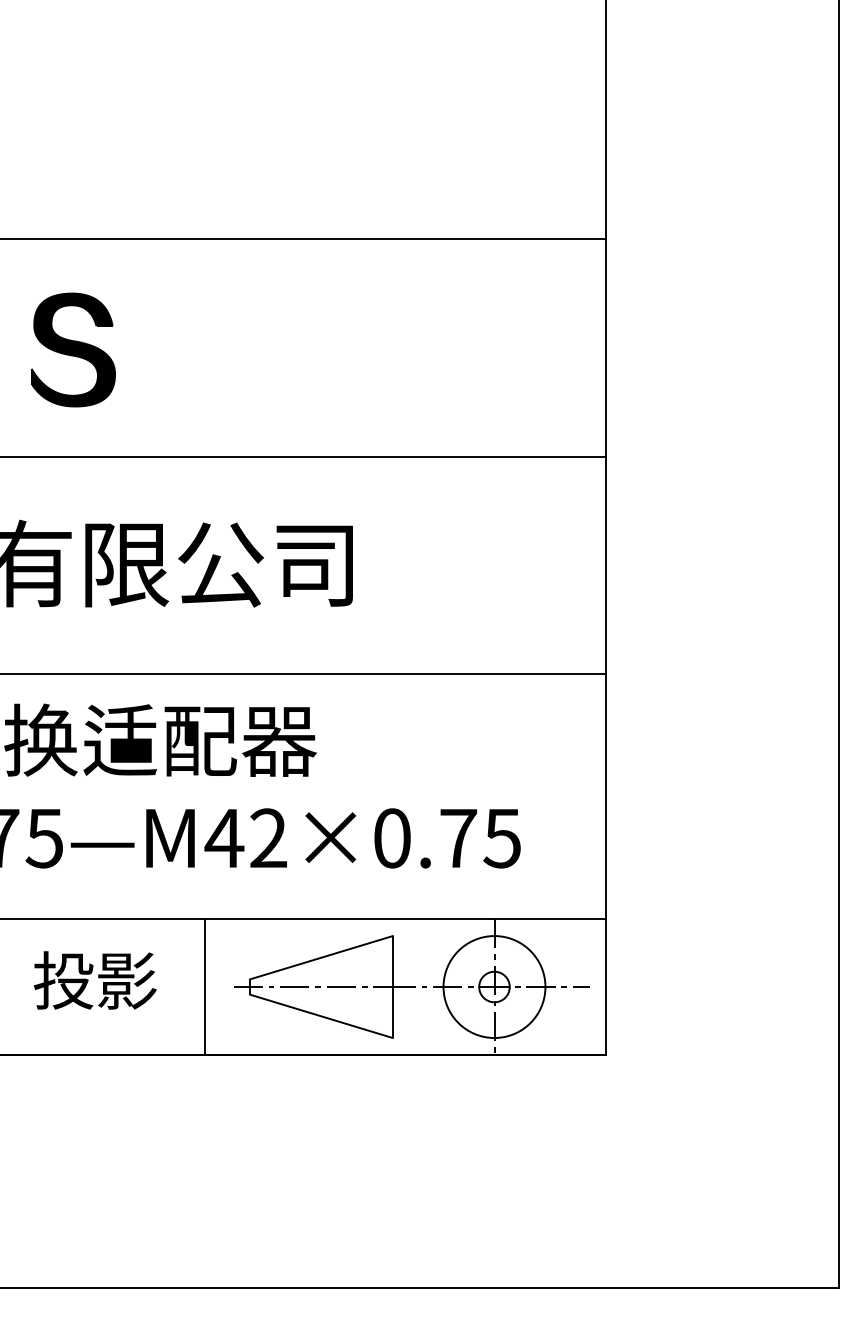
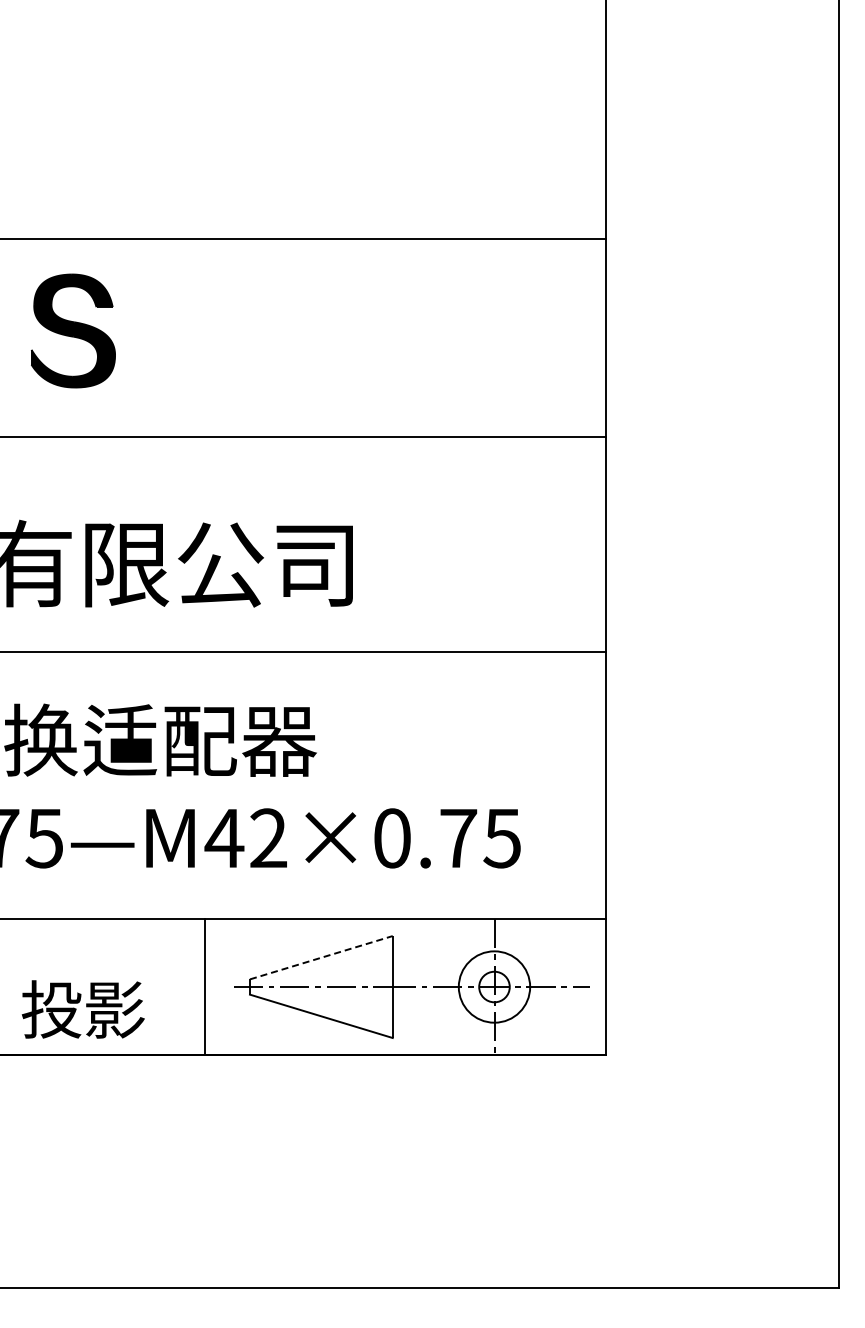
part at (73, 349) position: (73, 349) -> (73, 330)
line at (303, 456) position: (303, 456) -> (303, 436)
line at (303, 674) position: (303, 674) -> (303, 652)
line at (321, 957): solid -> dashed
text at (94, 980) position: (94, 980) -> (82, 1009)
circle at (494, 987) diameter: 102 px -> 71 px
